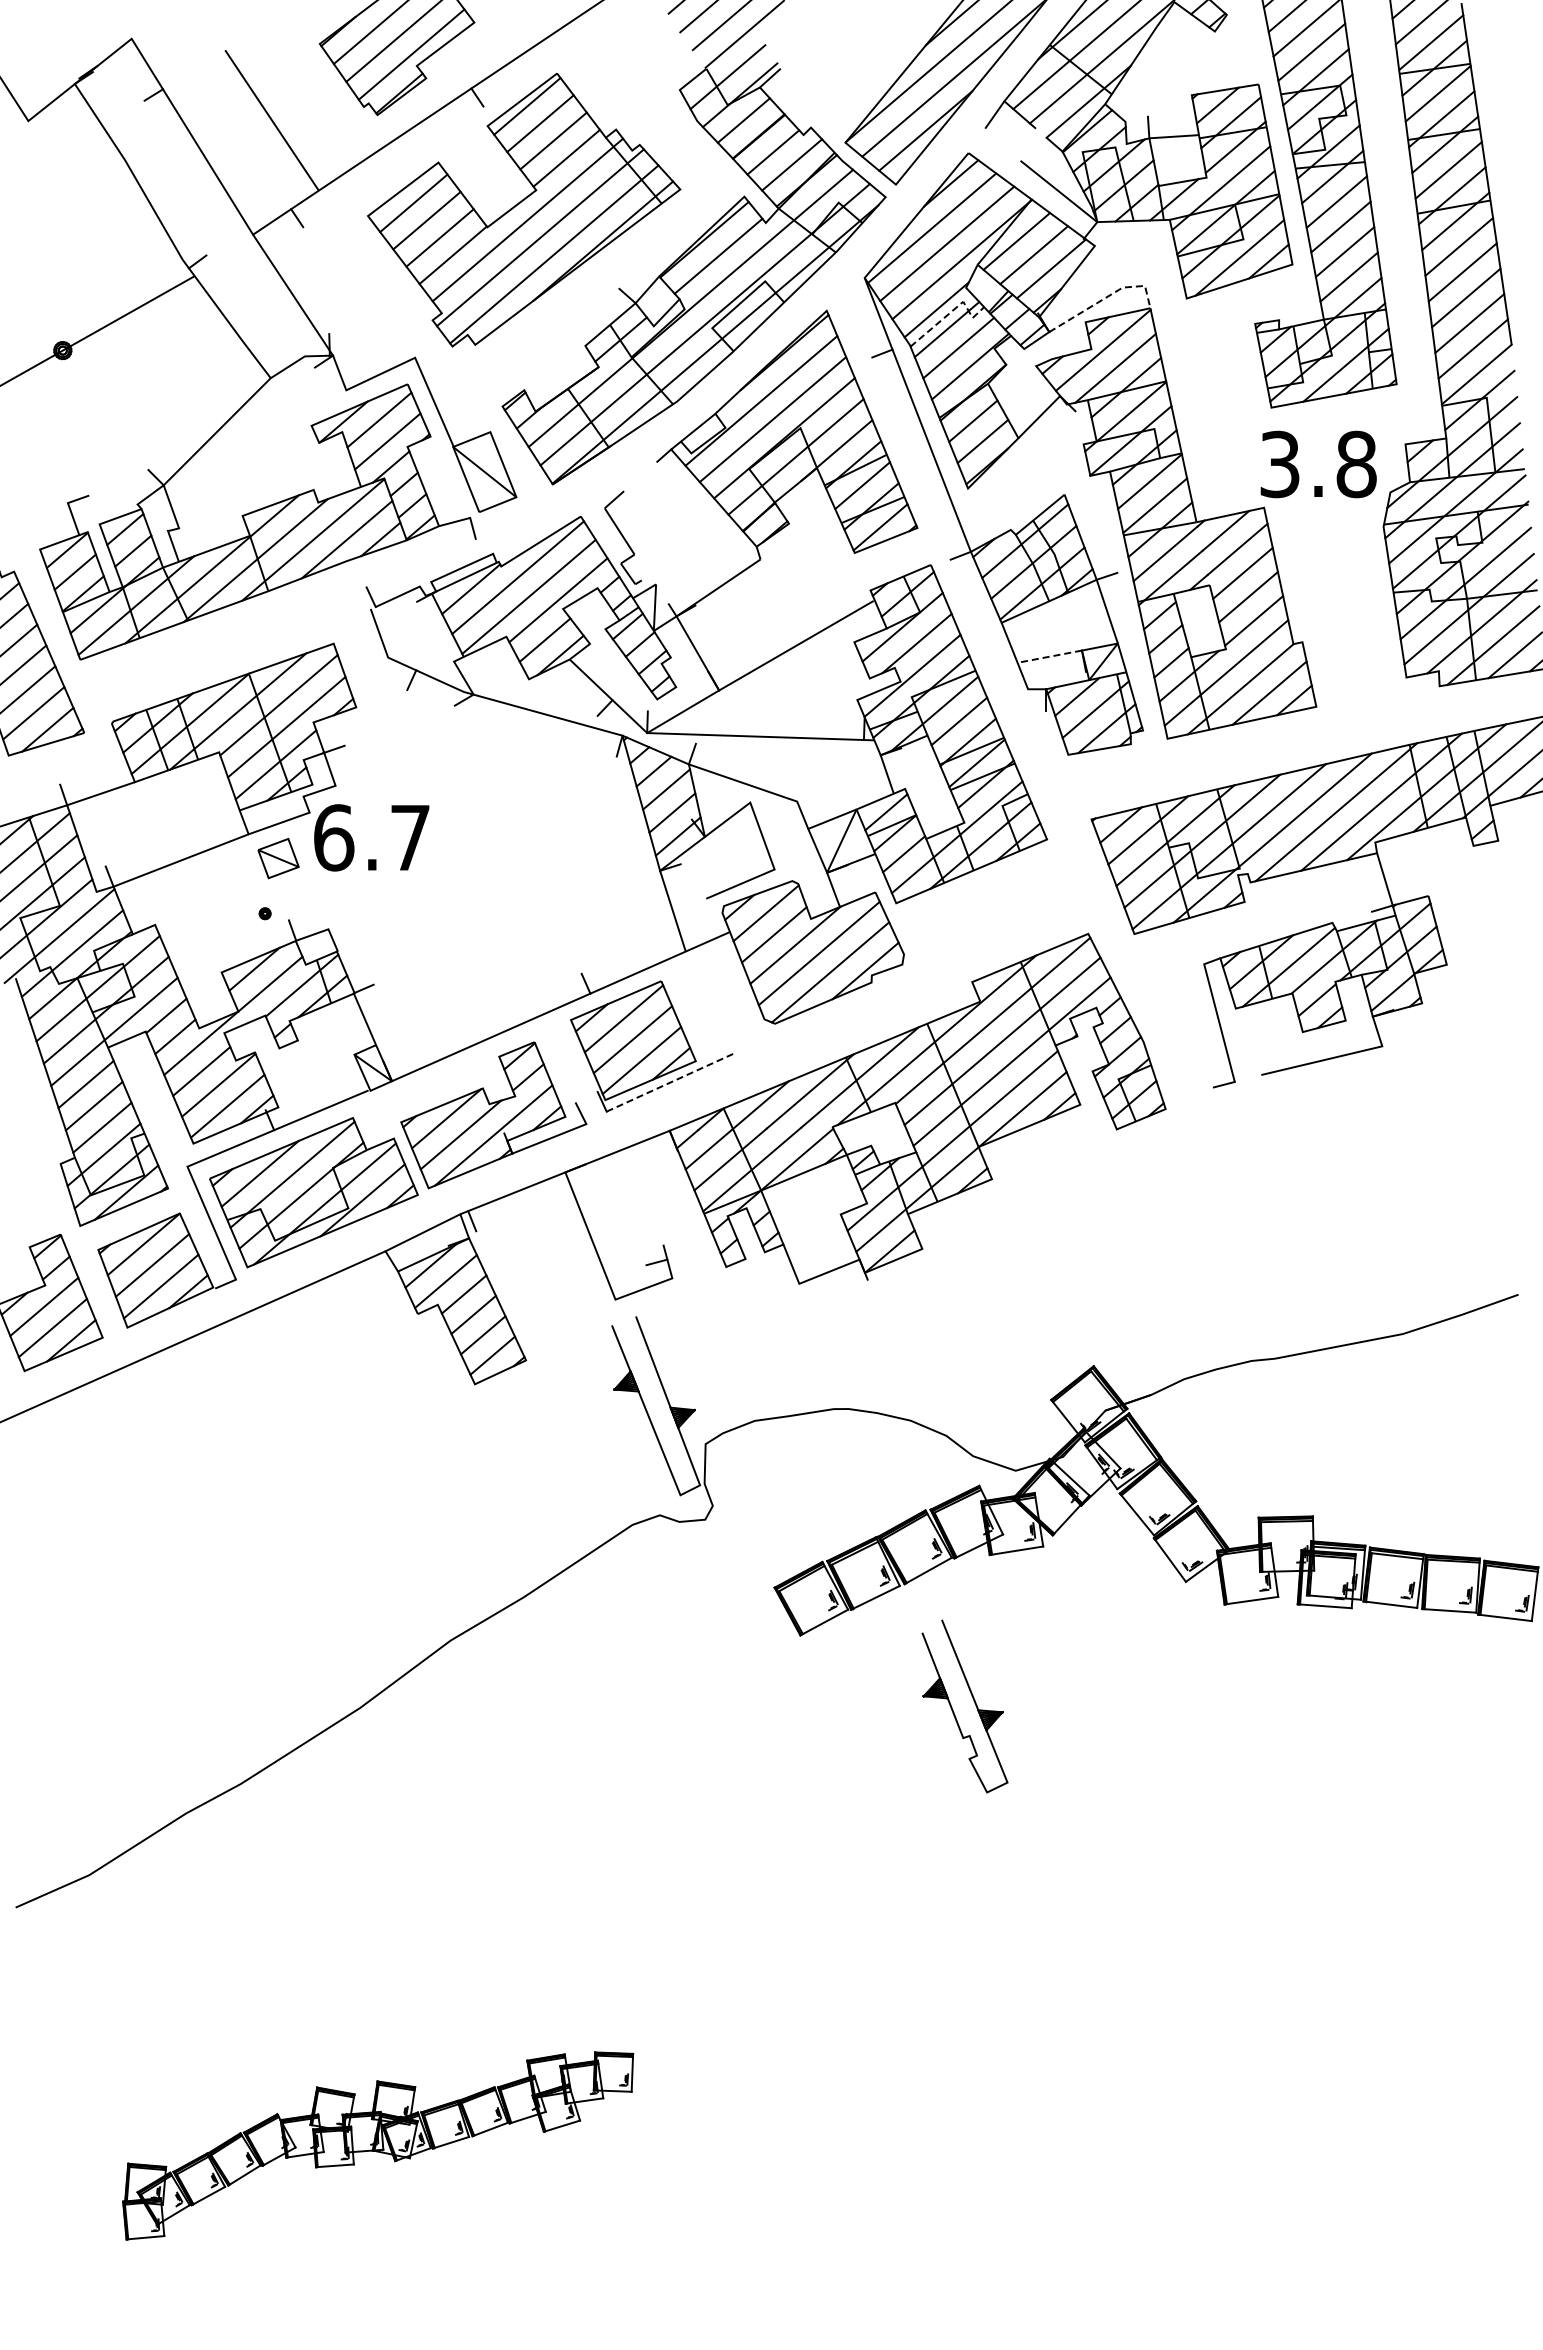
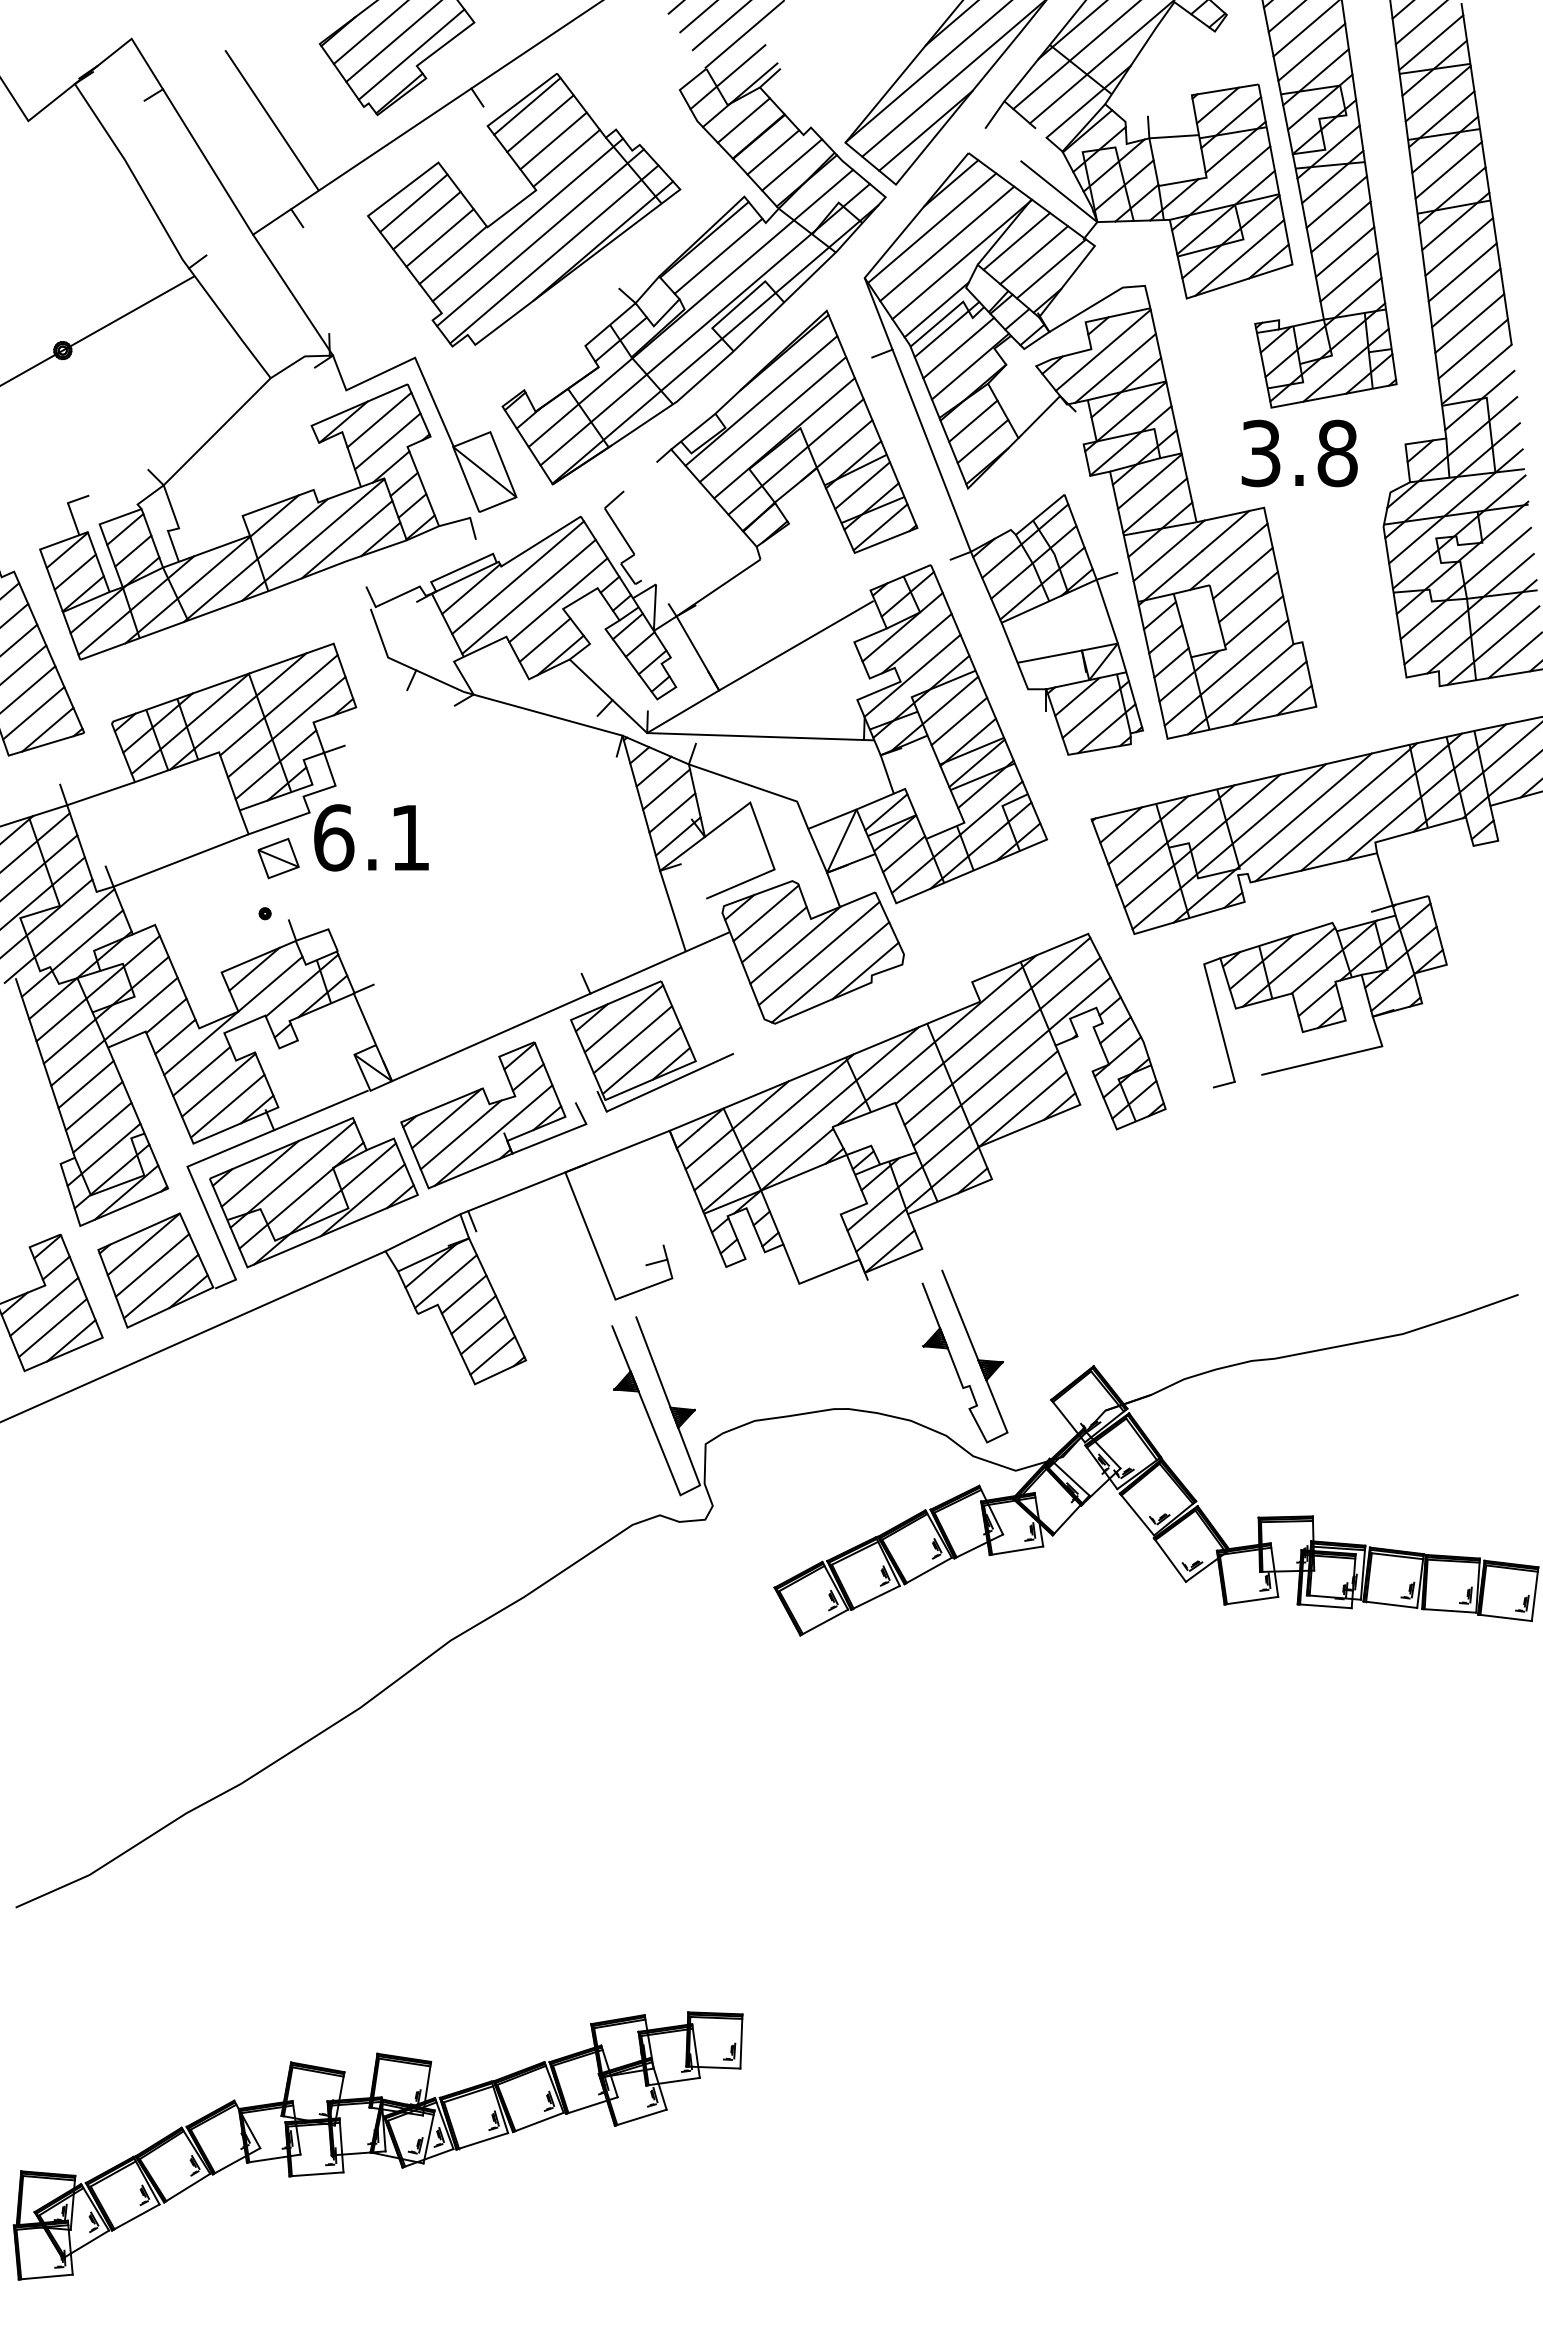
line at (1107, 296): dashed -> solid
line at (951, 312): dashed -> solid
text at (1318, 464) position: (1318, 464) -> (1299, 453)
line at (1049, 656): dashed -> solid
text at (410, 837): 6.7 -> 6.1
line at (670, 1082): dashed -> solid
part at (973, 1701) position: (973, 1701) -> (973, 1351)
part at (378, 2145) size: 513x190 px -> 732x270 px
